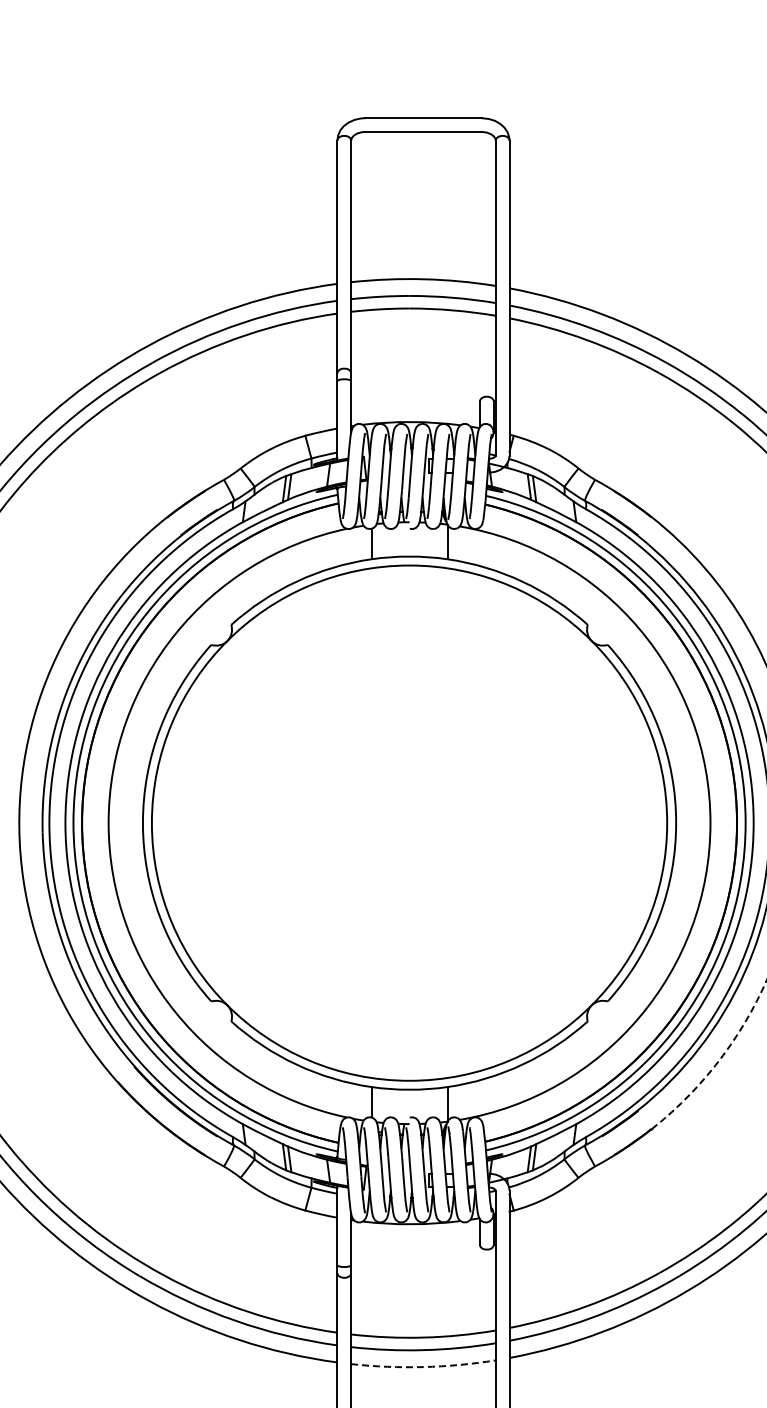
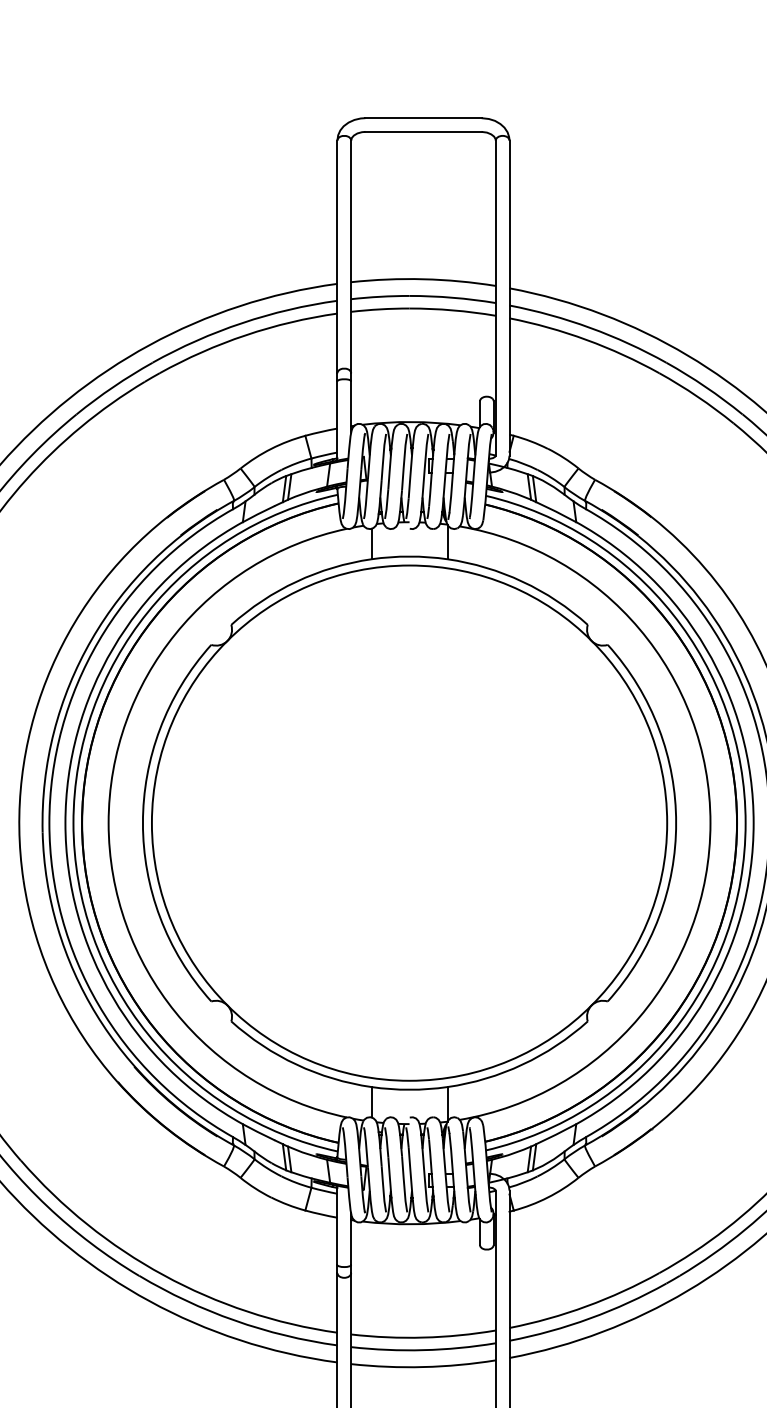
arc at (719, 1060): dashed -> solid
arc at (423, 1367): dashed -> solid
